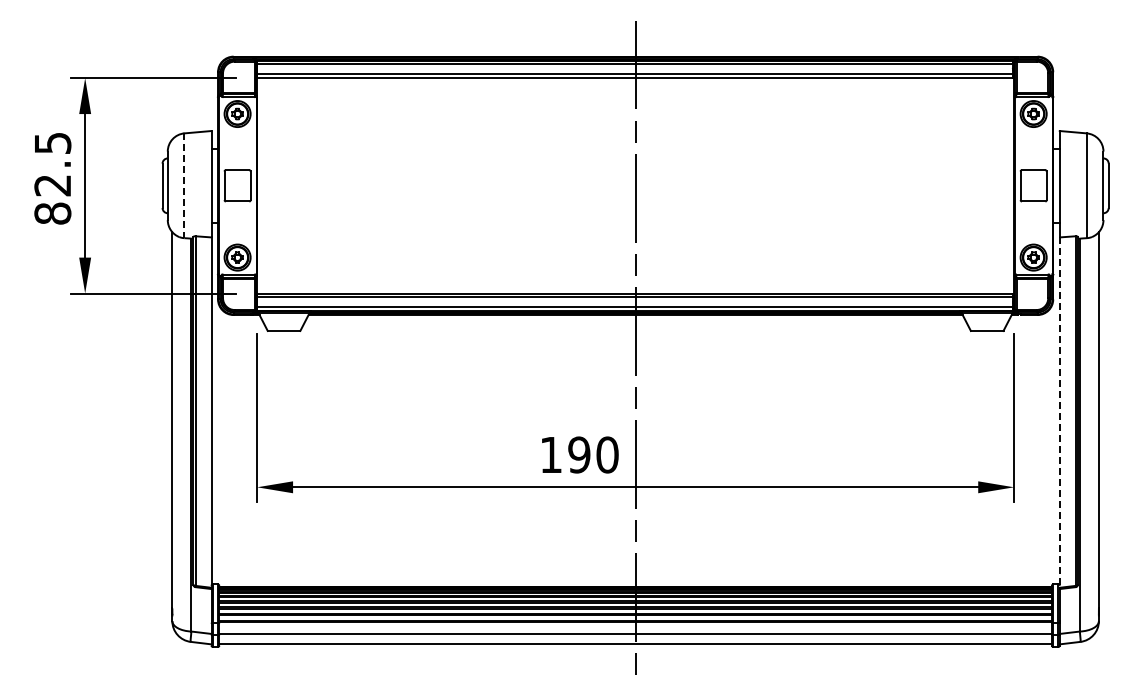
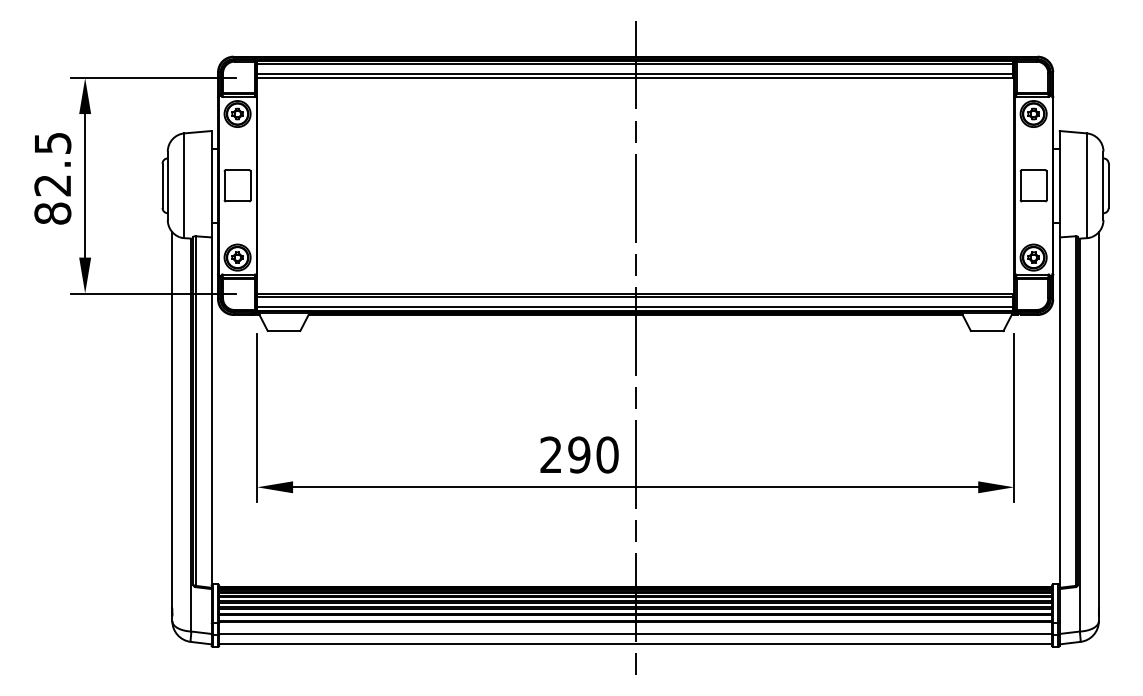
line at (184, 186): dashed -> solid
line at (1059, 413): dashed -> solid
text at (550, 454): 190 -> 290
